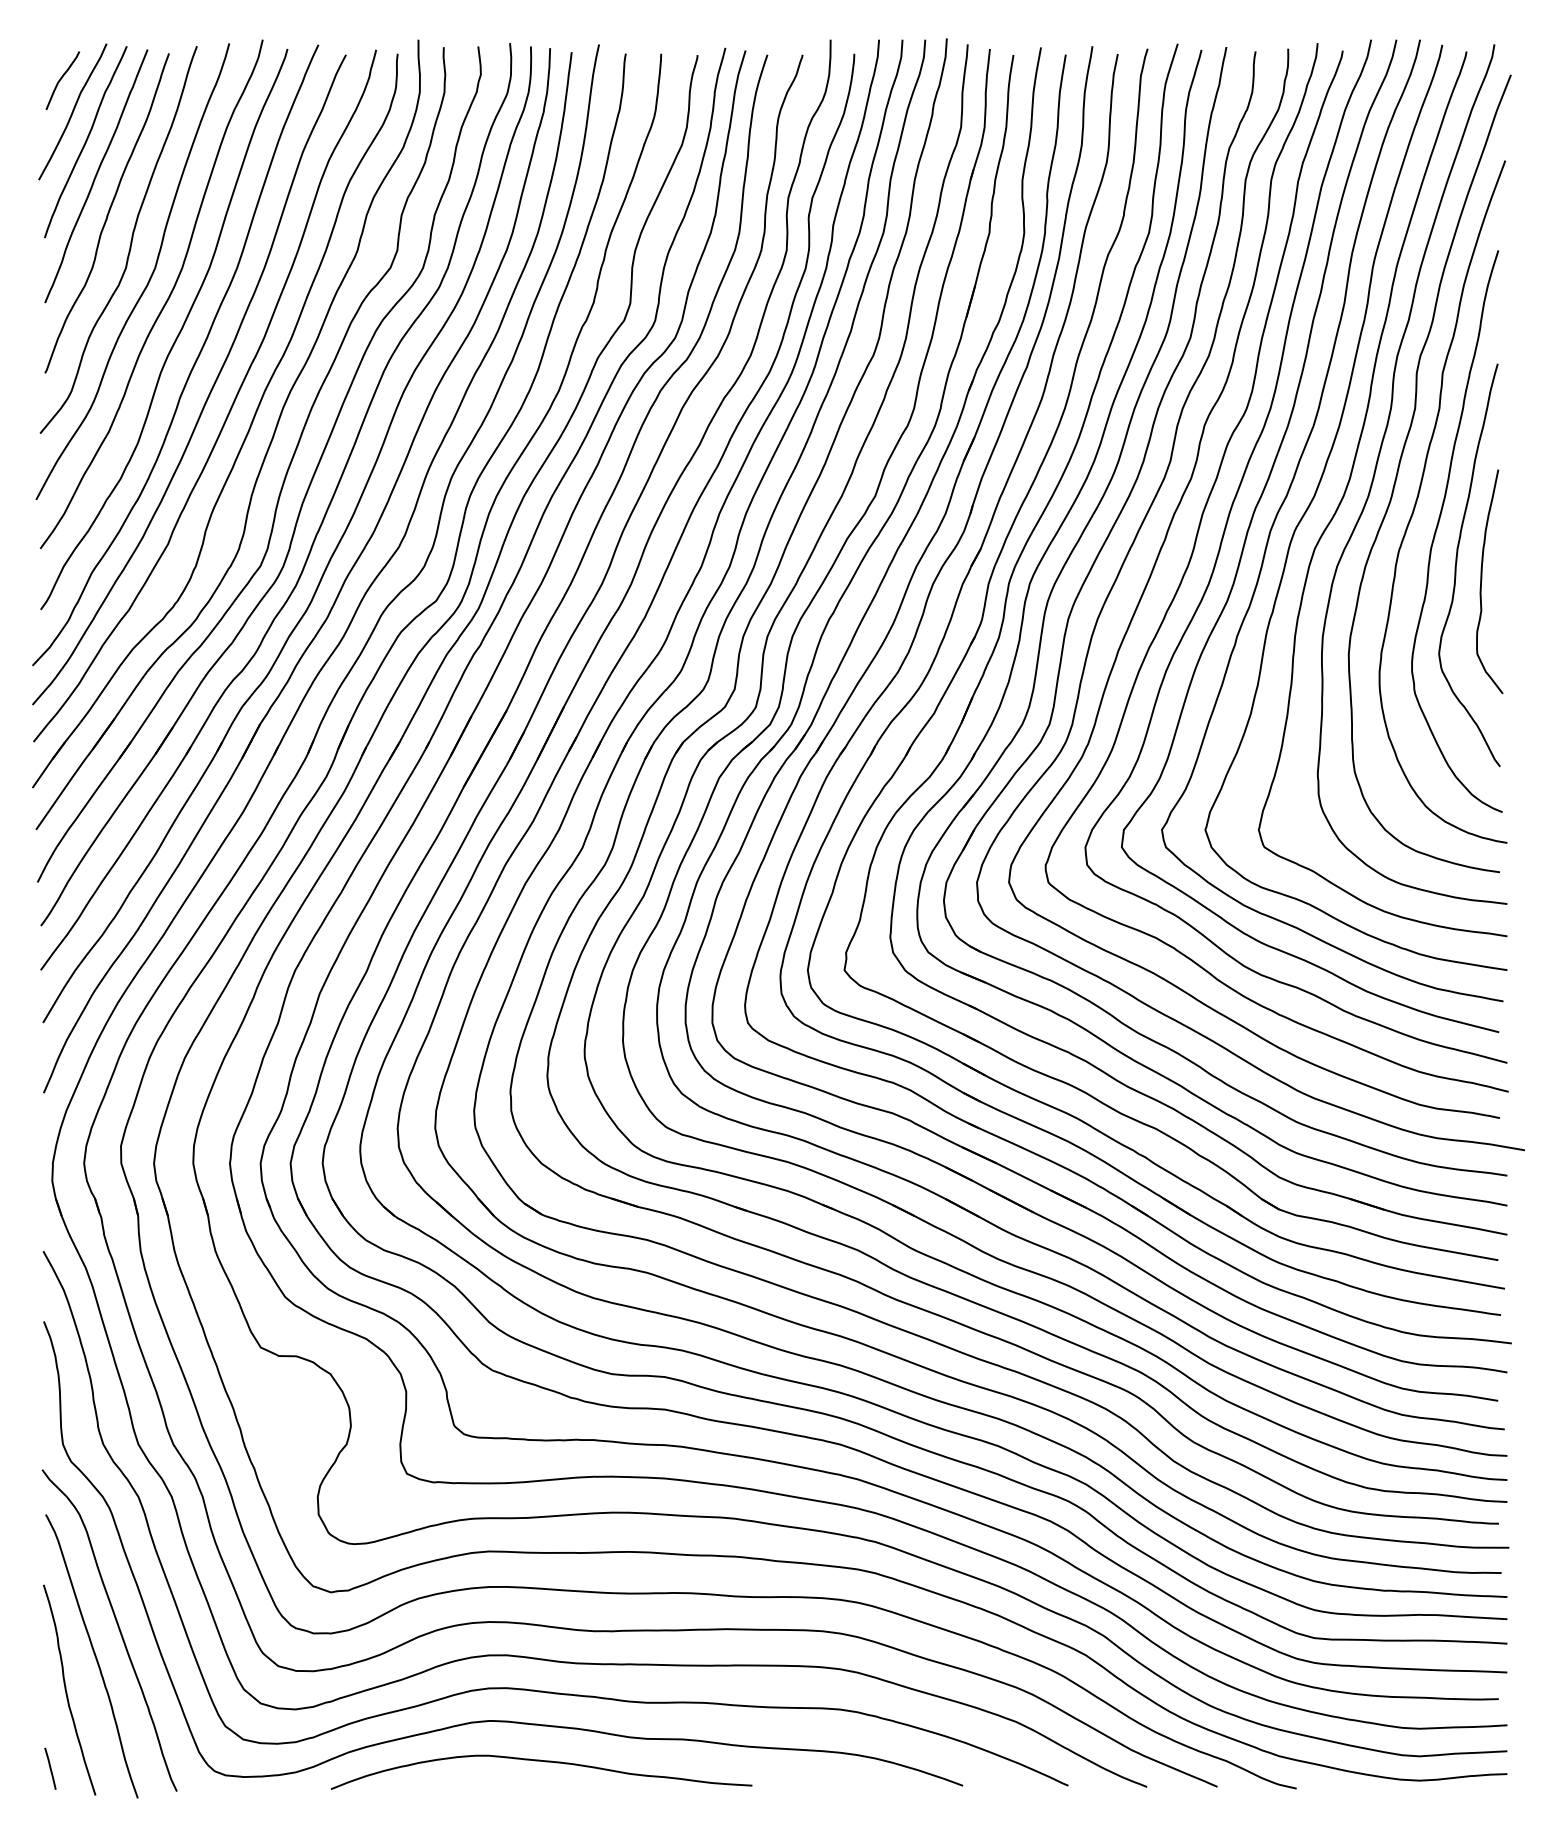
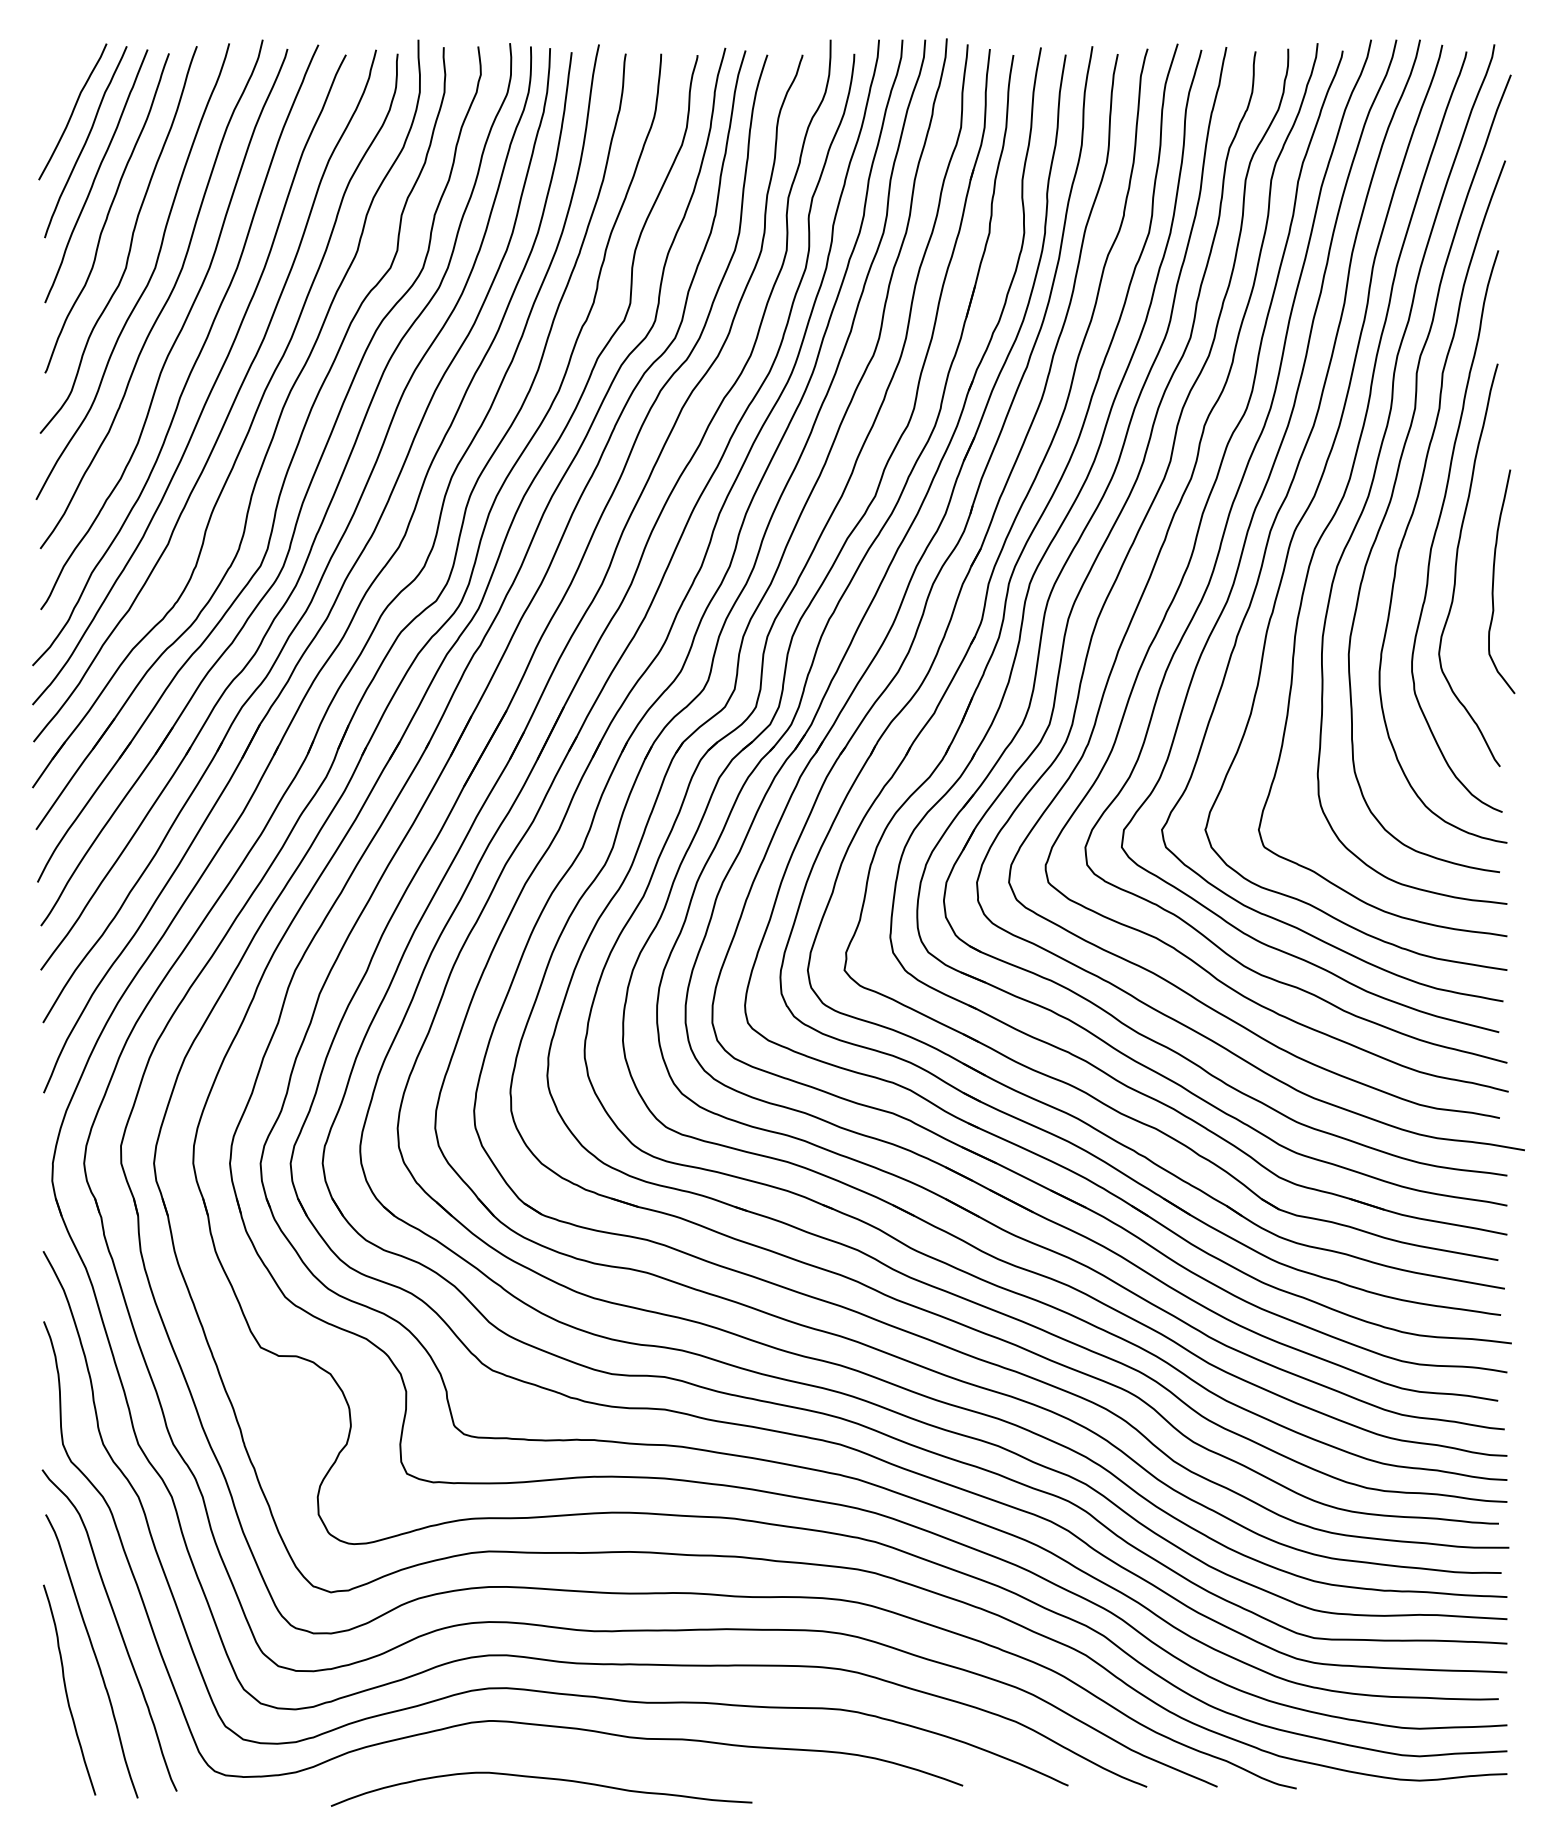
curve at (61, 79): present -> none
curve at (1482, 580) position: (1482, 580) -> (1494, 580)
curve at (545, 1762) position: (545, 1762) -> (545, 1779)
line at (50, 1768): present -> none
